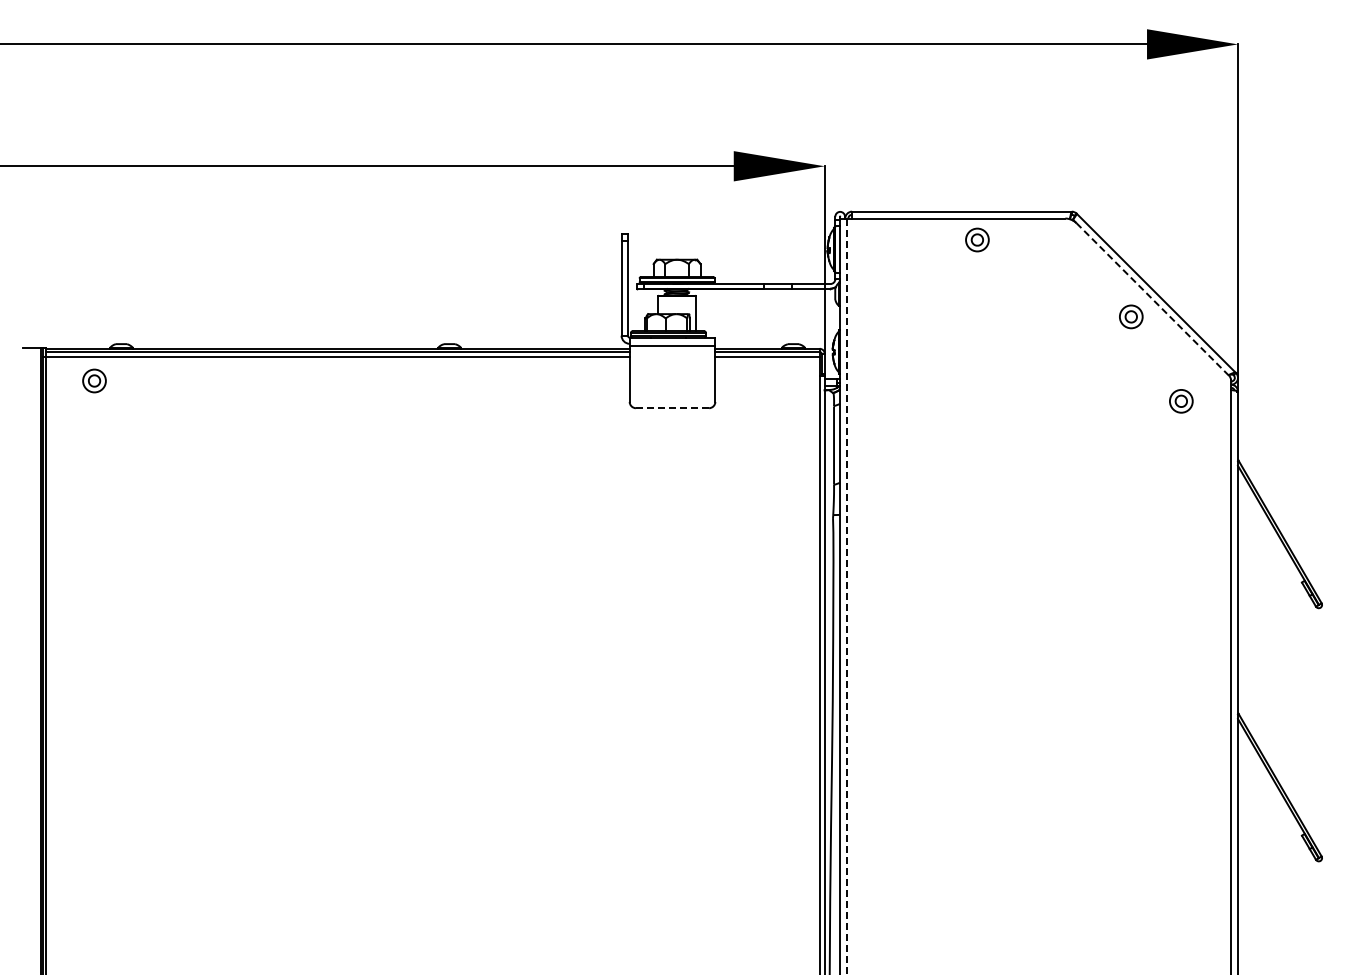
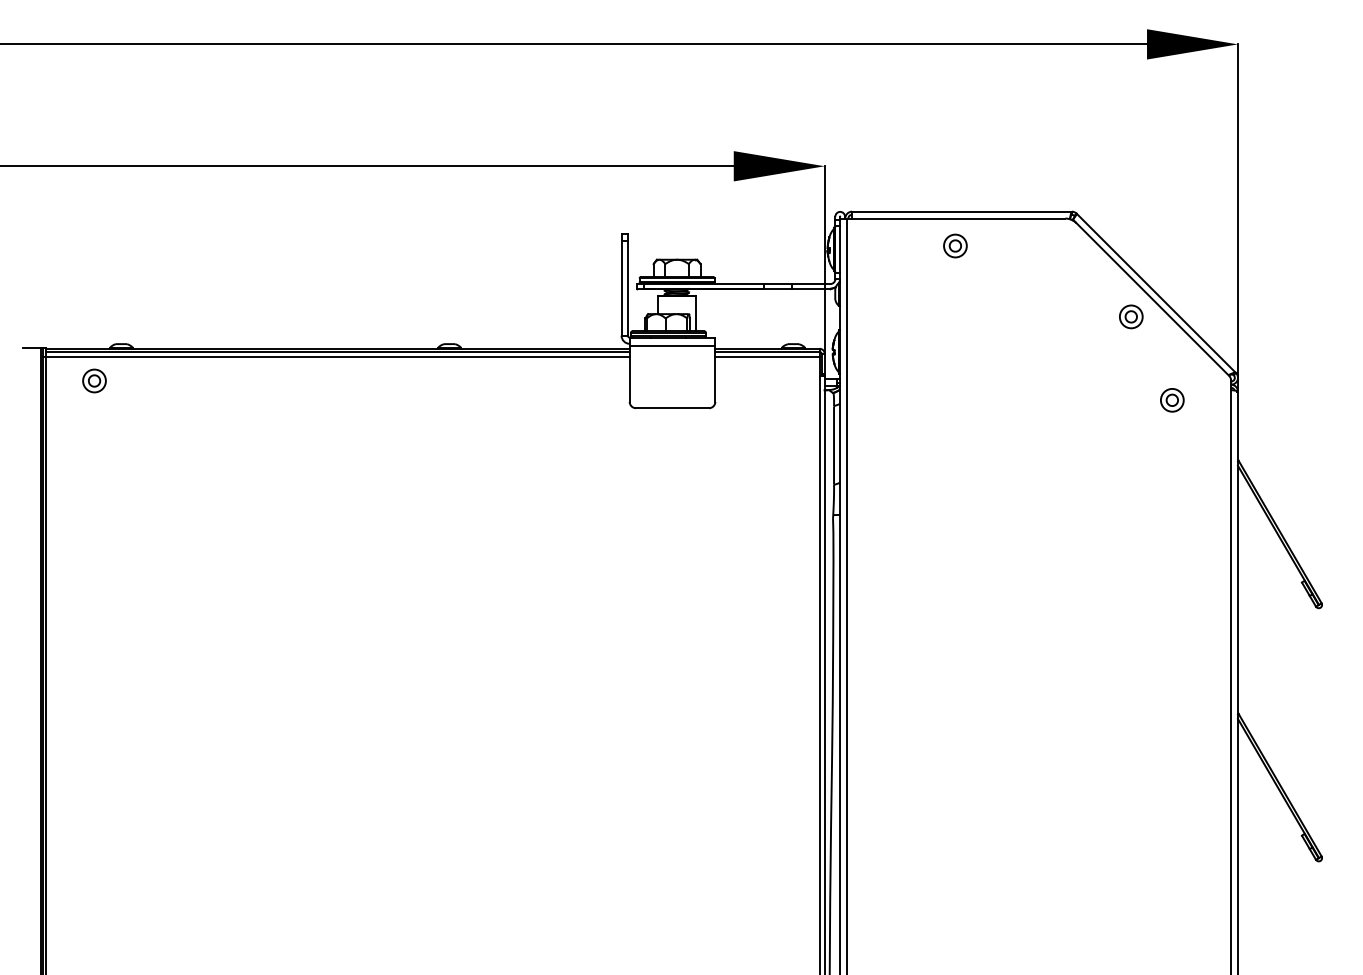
part at (977, 239) position: (977, 239) -> (955, 245)
line at (1153, 299): dashed -> solid
part at (1181, 401) position: (1181, 401) -> (1172, 400)
line at (672, 408): dashed -> solid
line at (846, 596): dashed -> solid
